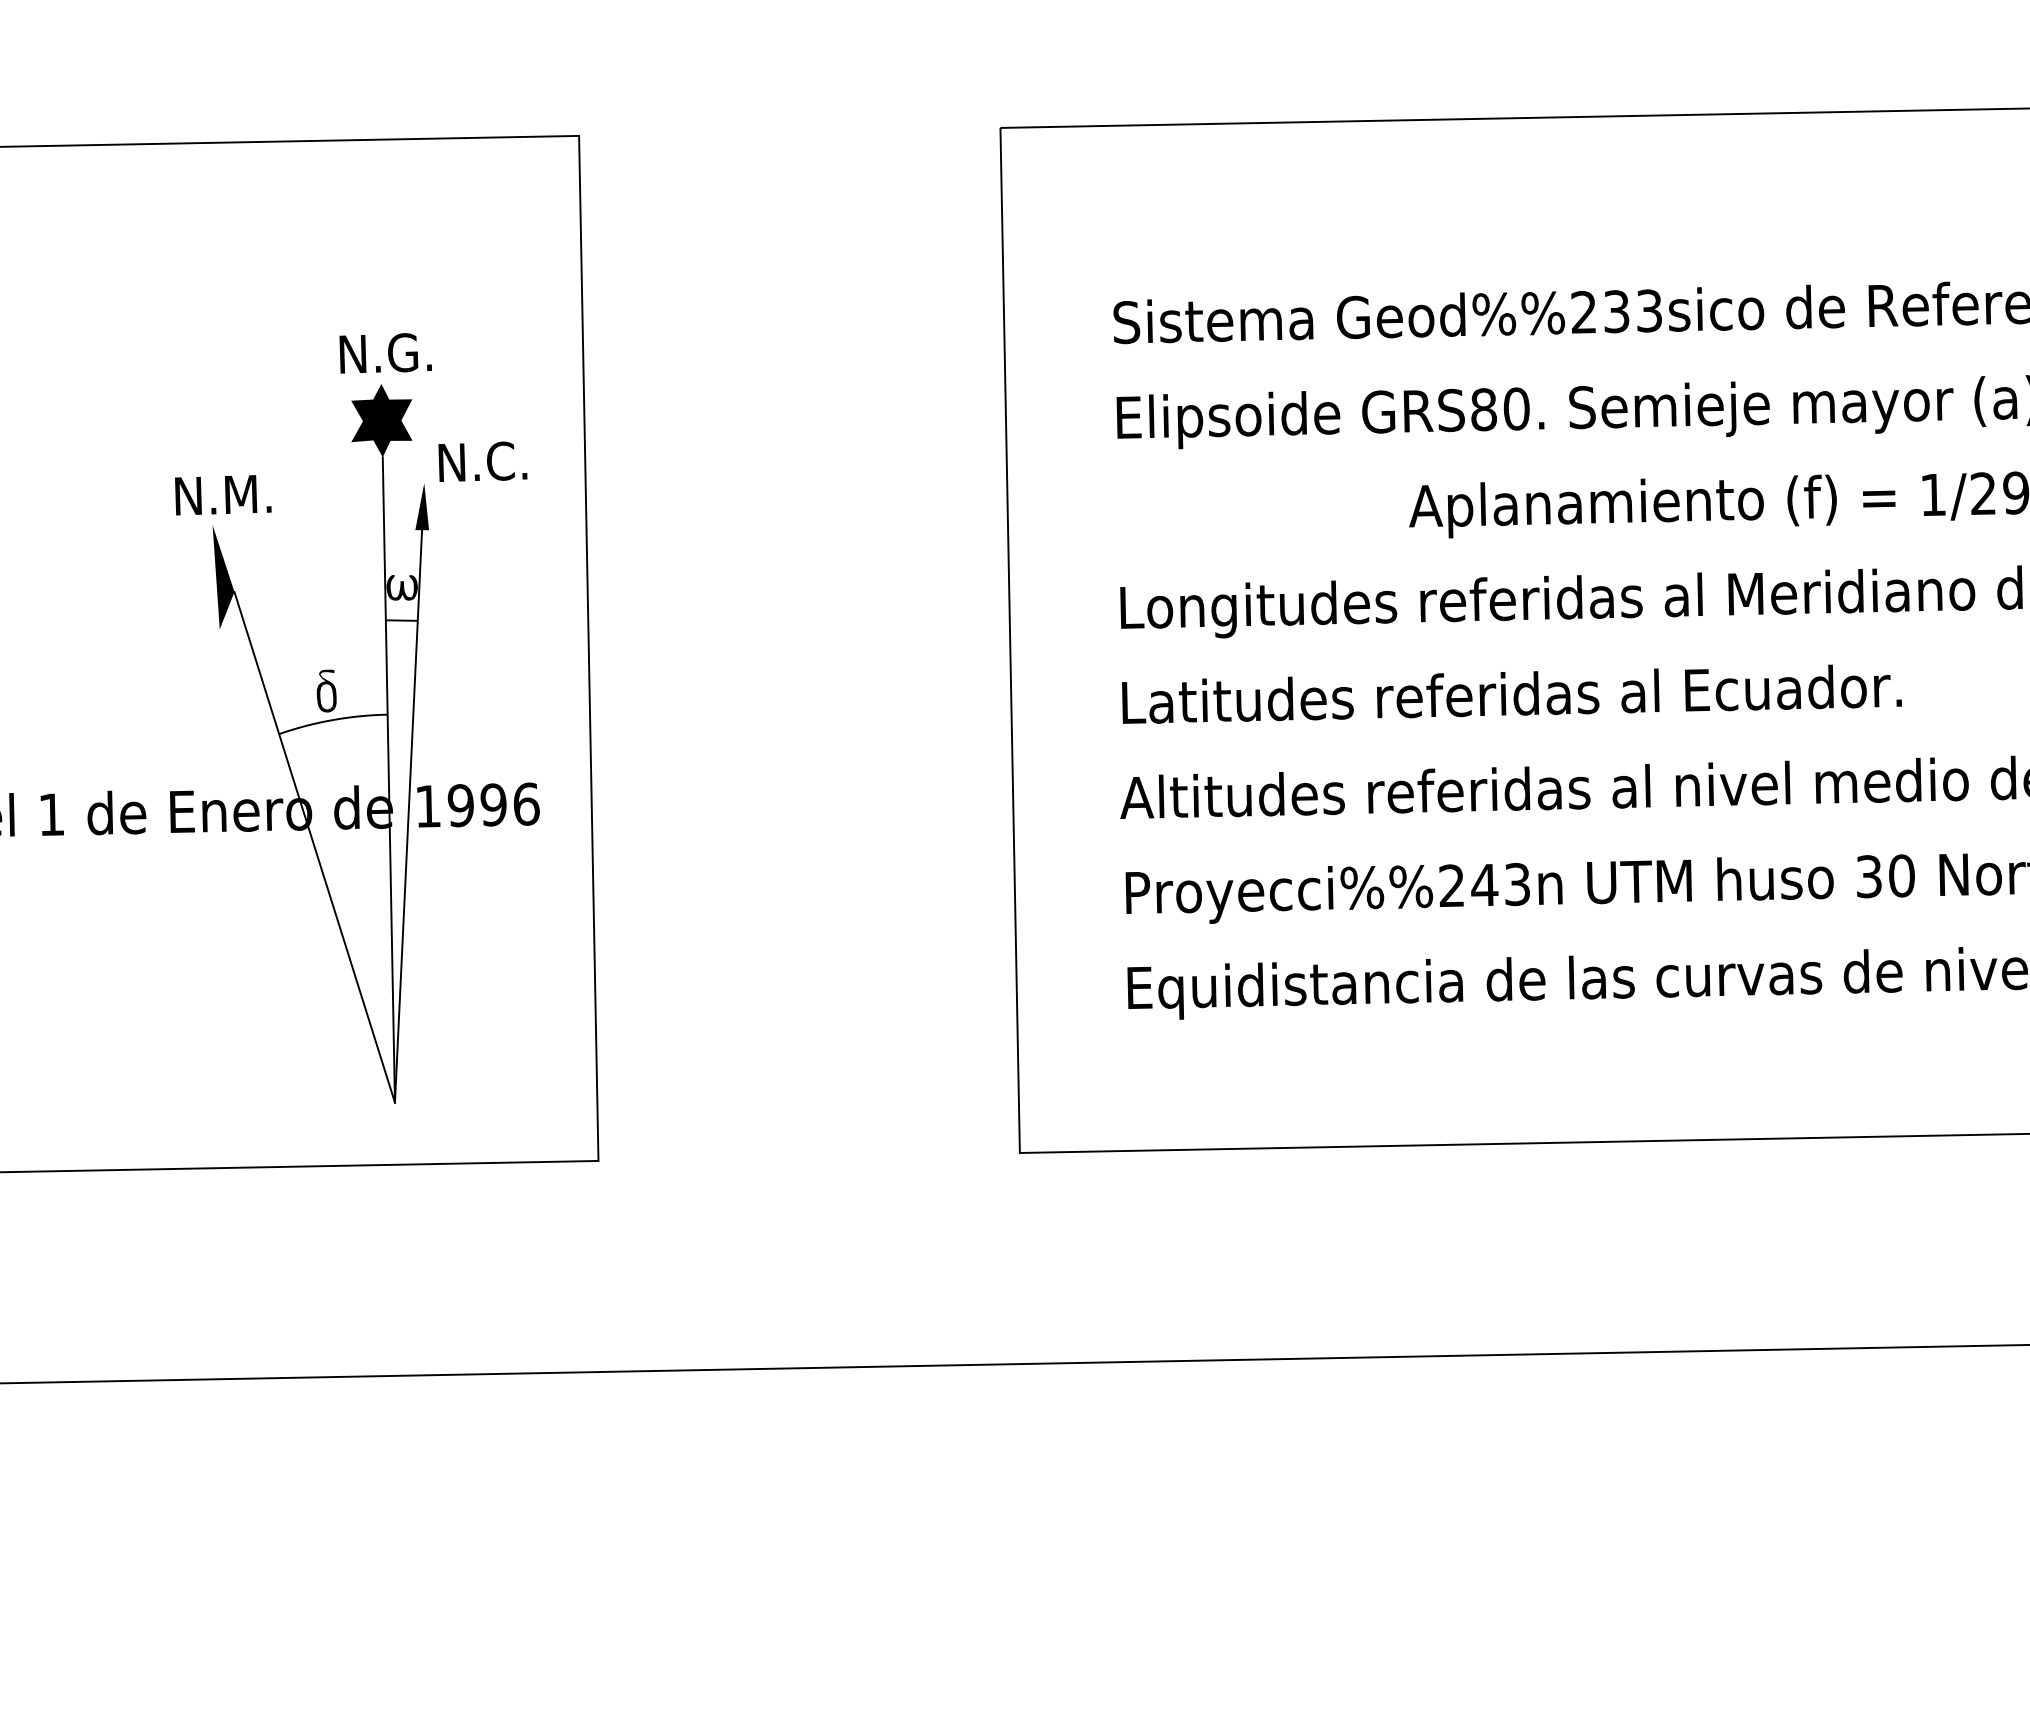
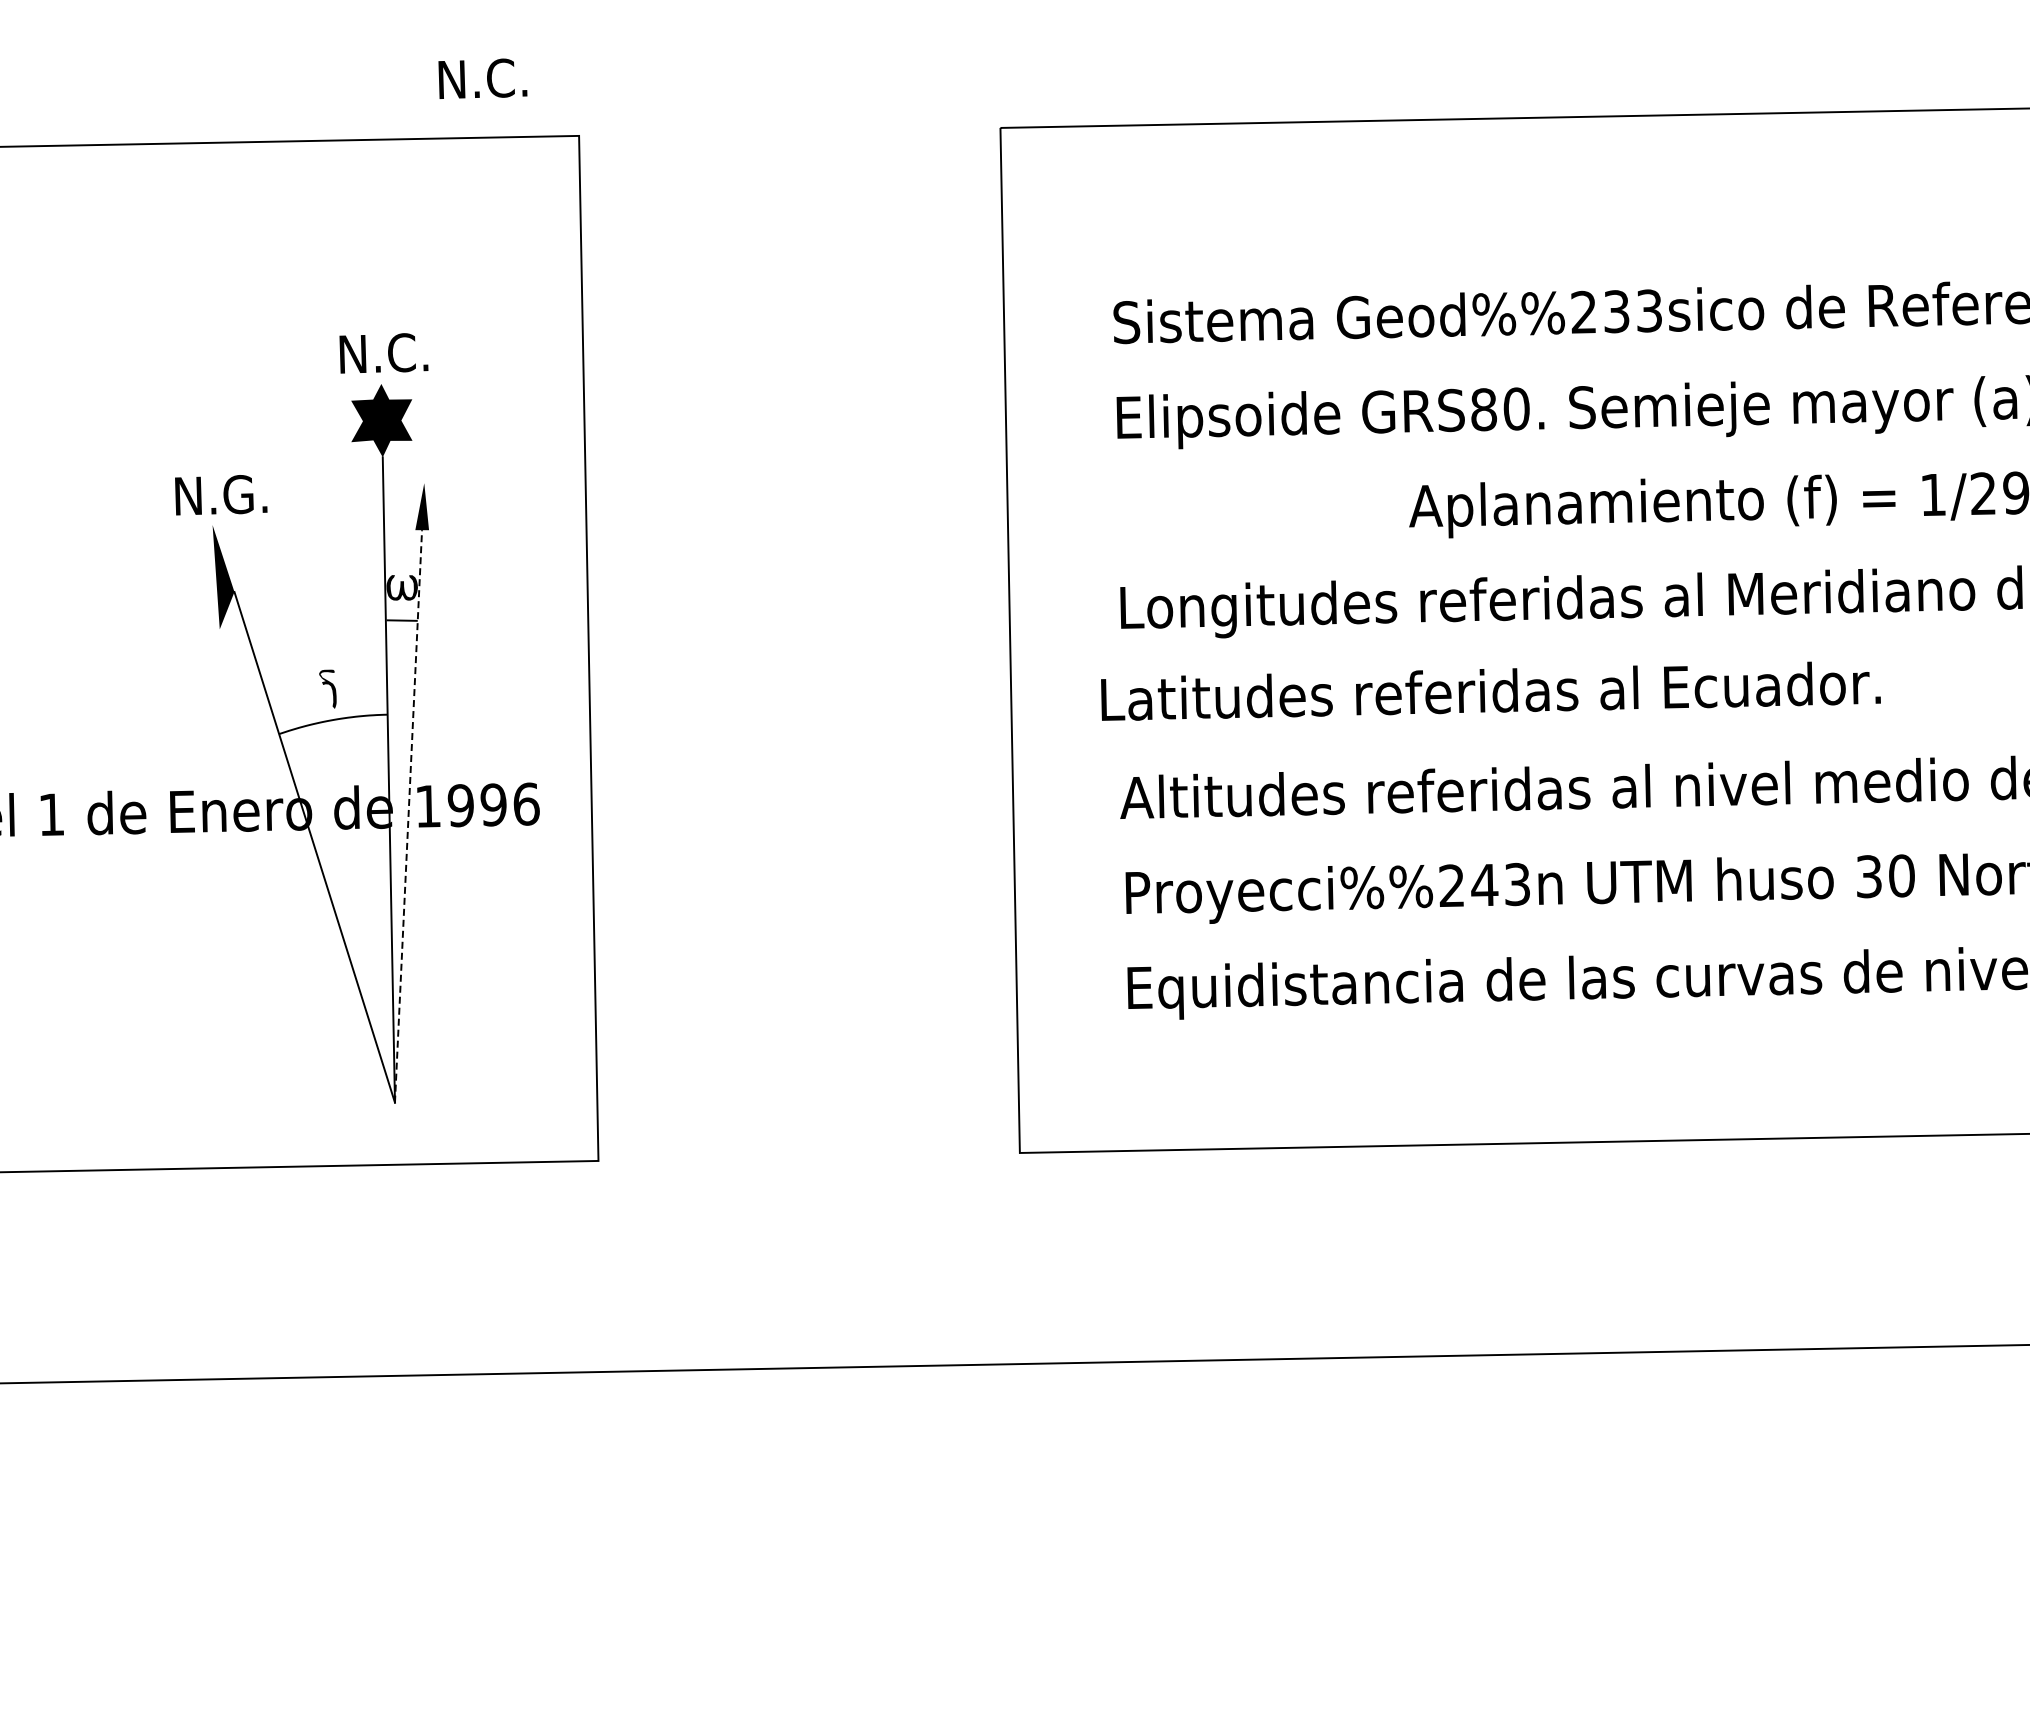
text at (418, 352): N.G. -> N.C.
text at (482, 461) position: (482, 461) -> (482, 78)
text at (247, 494): N.M. -> N.G.
text at (1511, 693) position: (1511, 693) -> (1490, 690)
fill at (325, 697): present -> none
line at (408, 816): solid -> dashed
